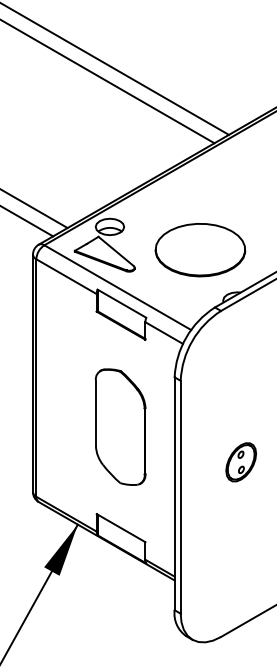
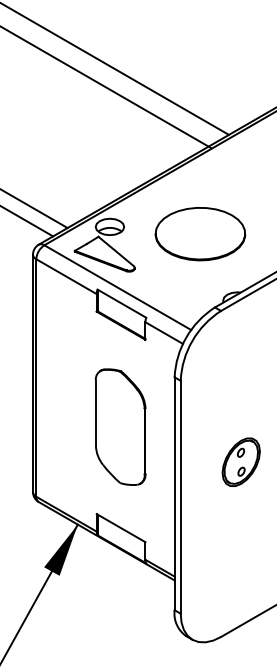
line at (108, 81) position: (108, 81) -> (106, 87)
part at (200, 250) position: (200, 250) -> (200, 234)
part at (240, 462) size: 32x41 px -> 40x50 px
